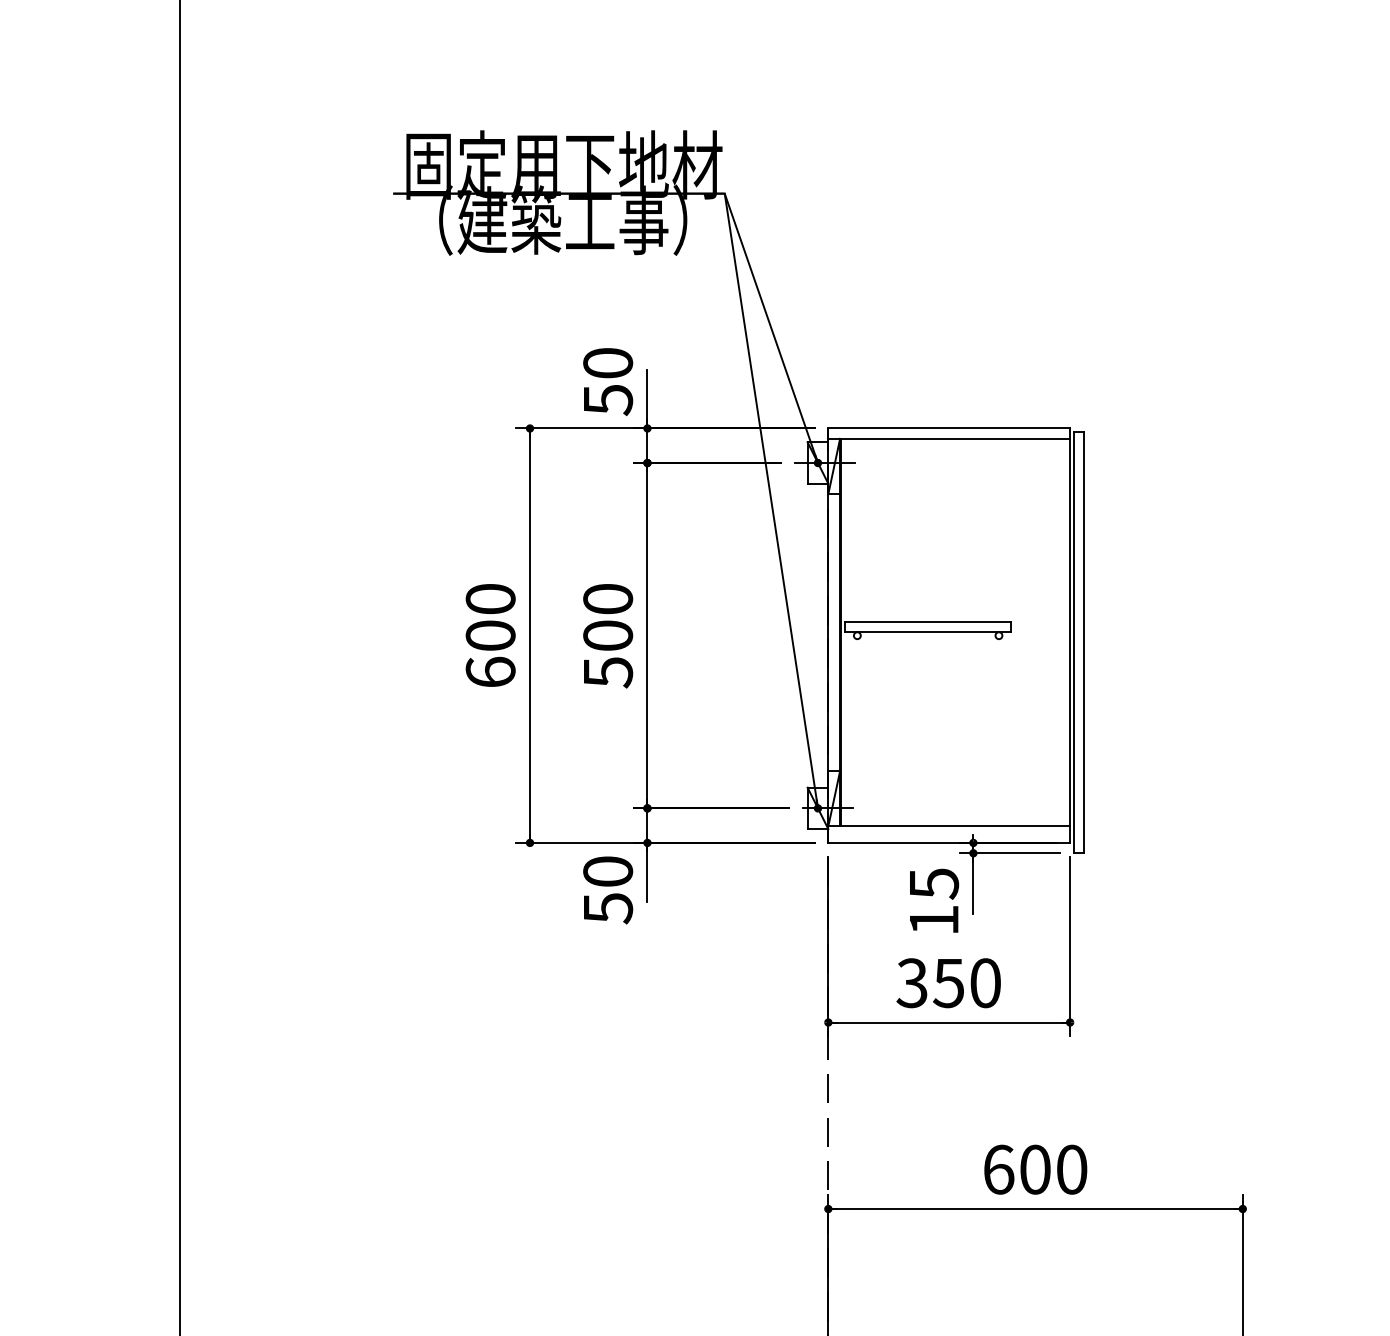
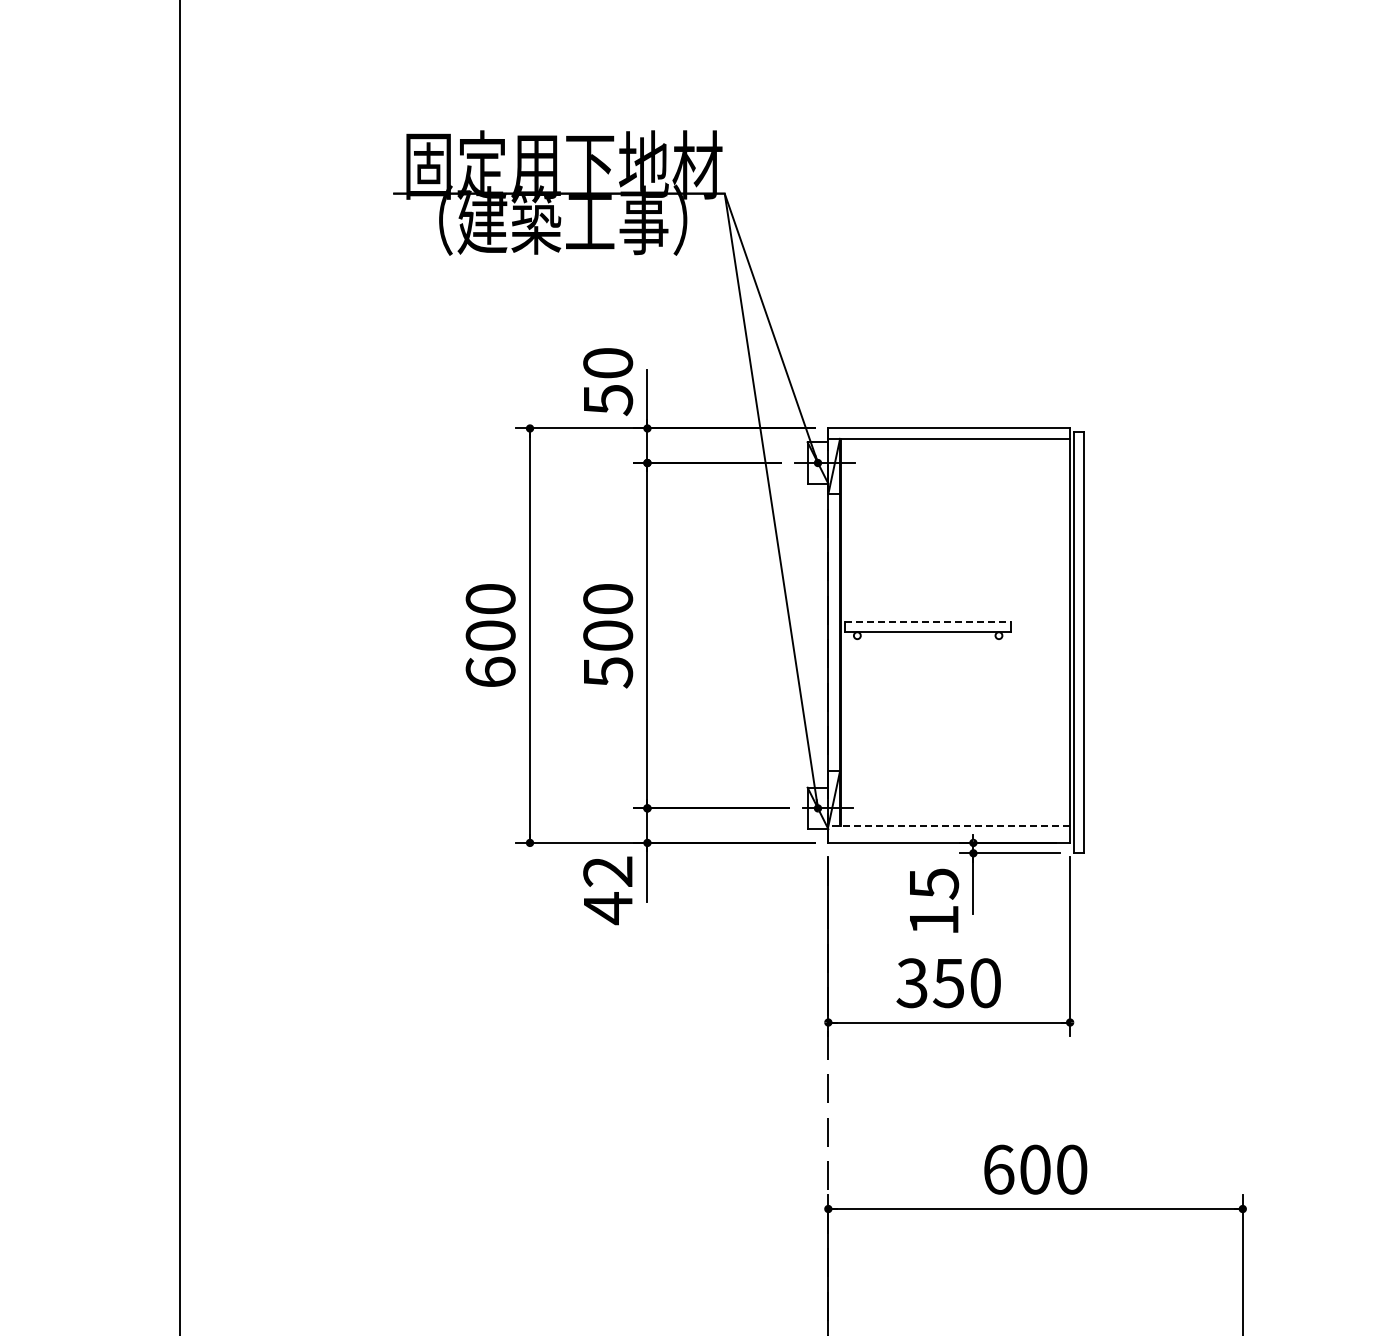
line at (928, 621): solid -> dashed
line at (949, 826): solid -> dashed
text at (608, 890): 50 -> 42
